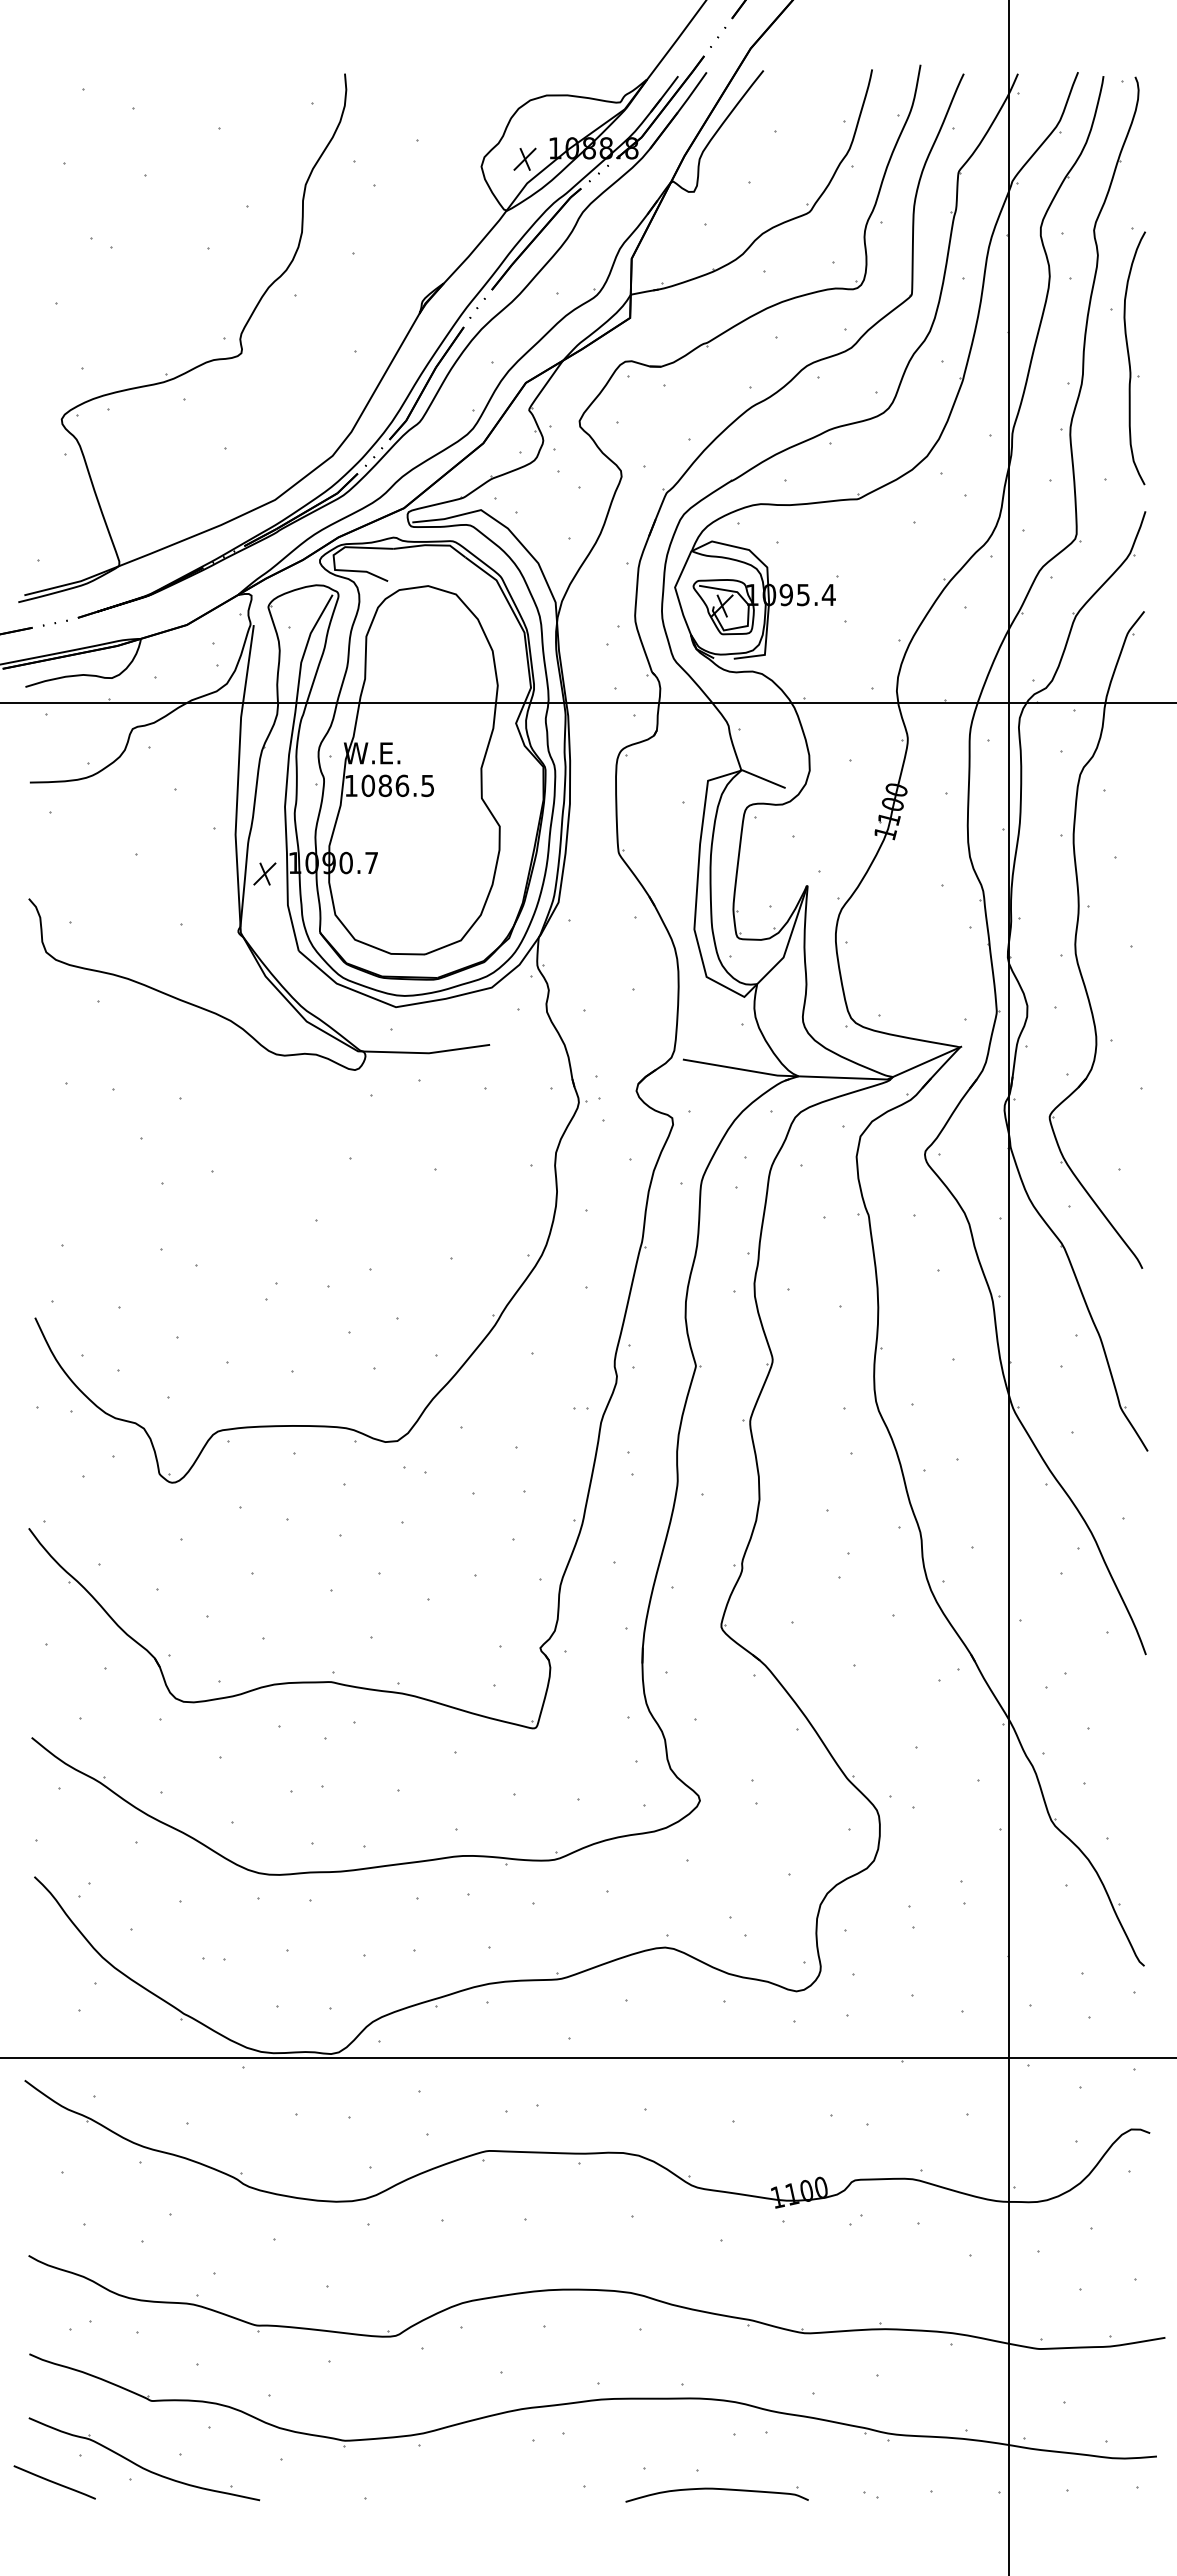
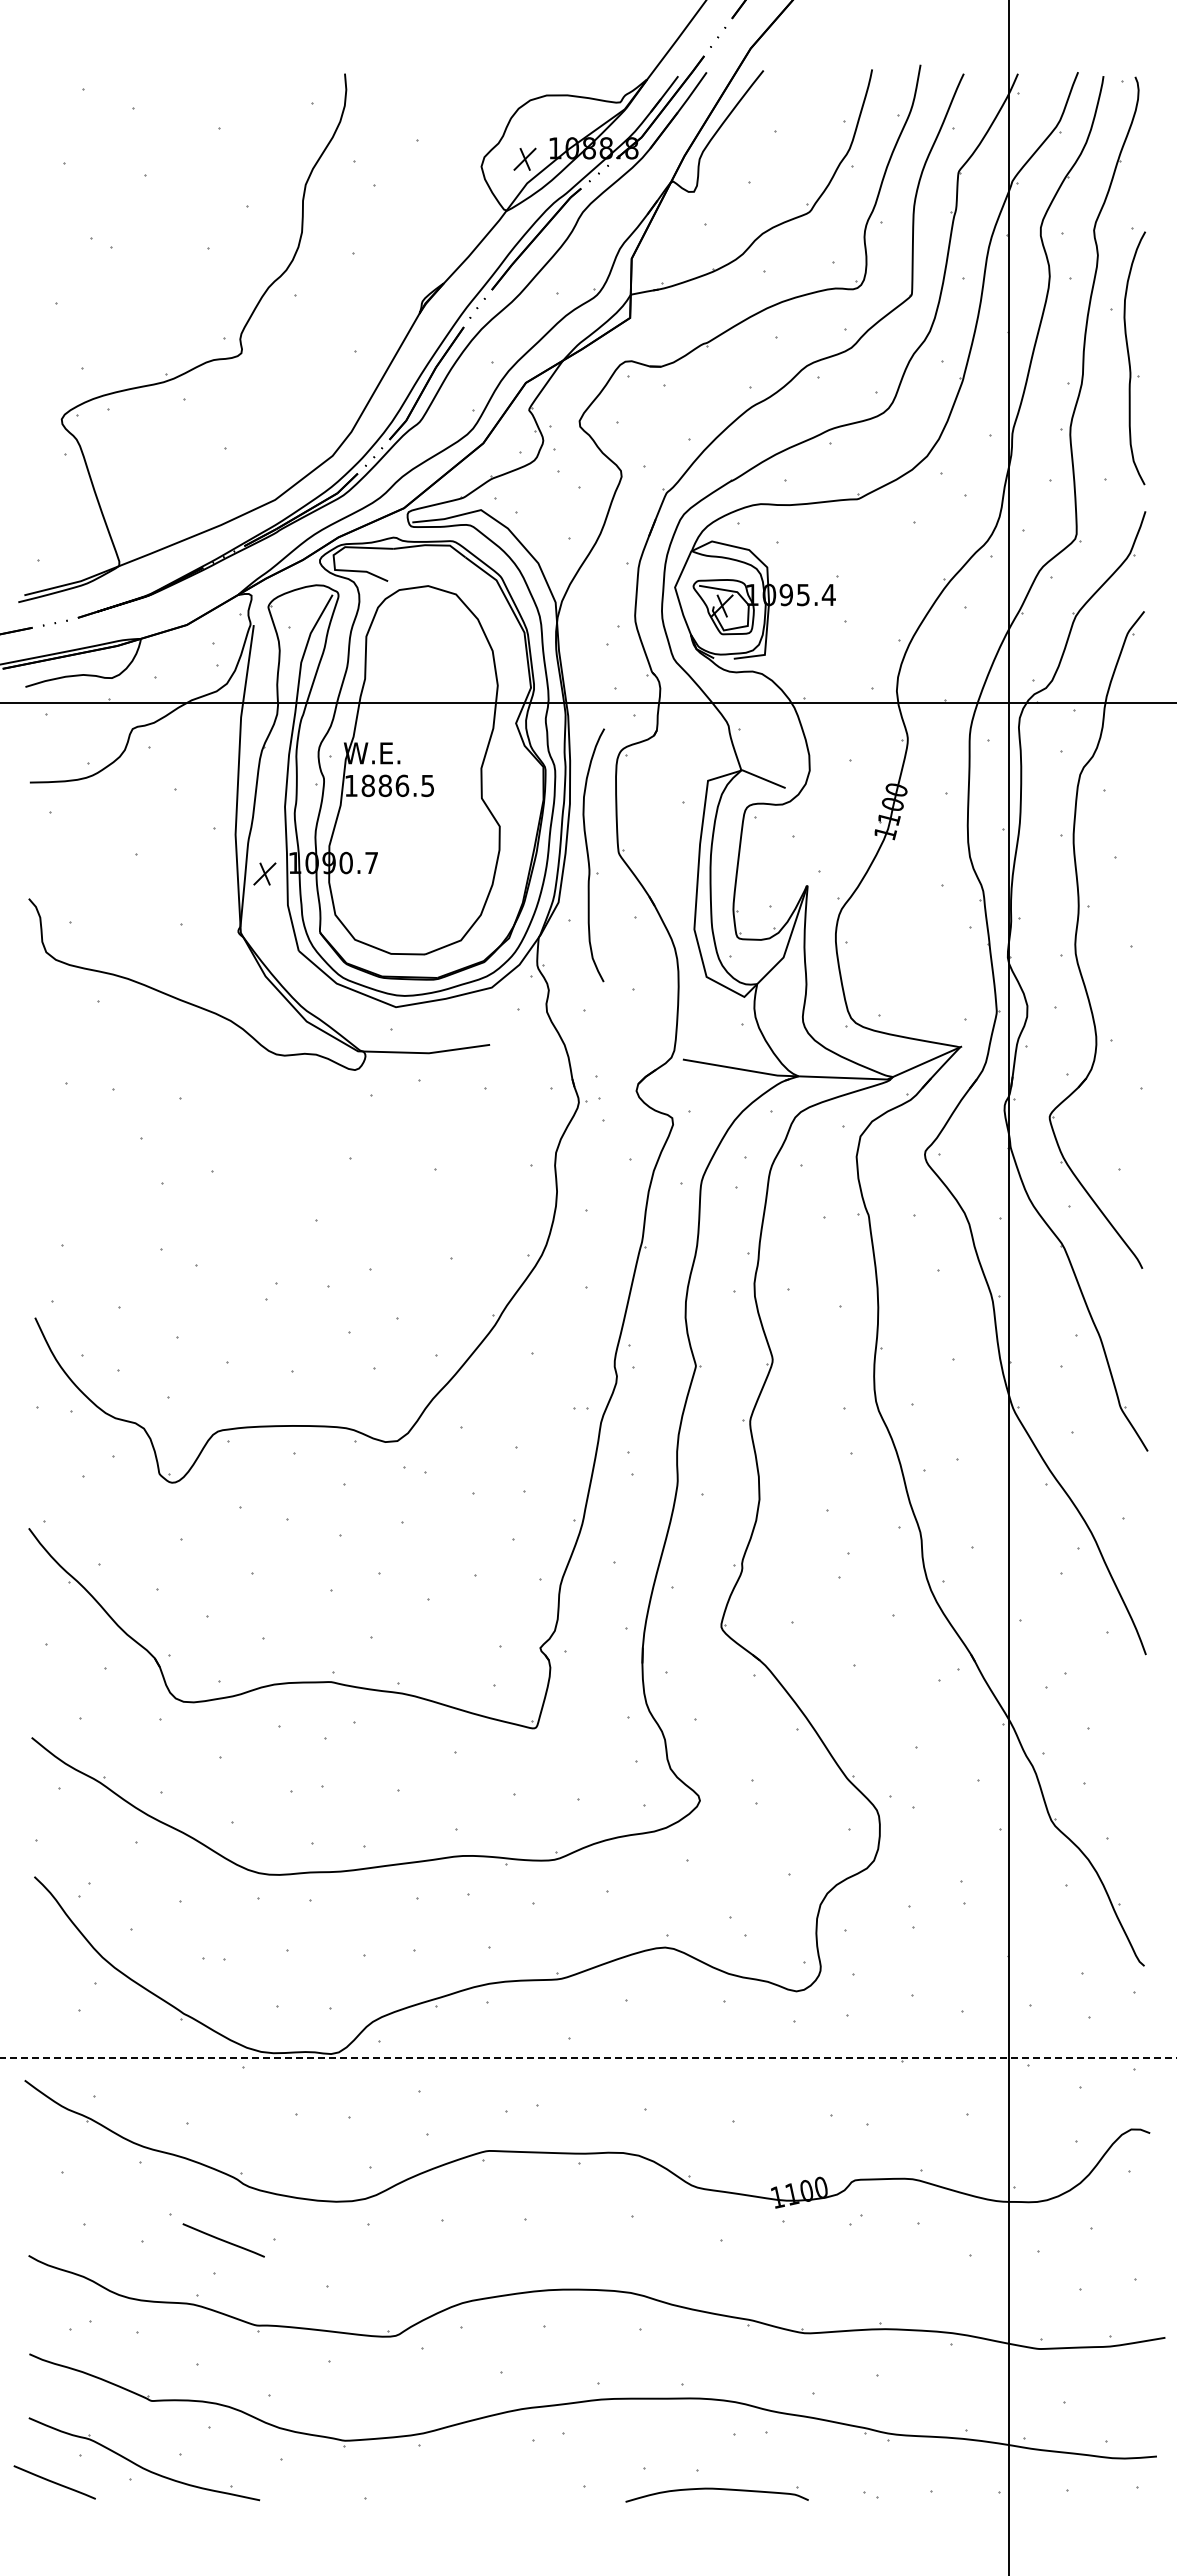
text at (367, 785): 1086.5 -> 1886.5
part at (593, 855): none -> present
line at (589, 2058): solid -> dashed
line at (223, 2240): none -> present
